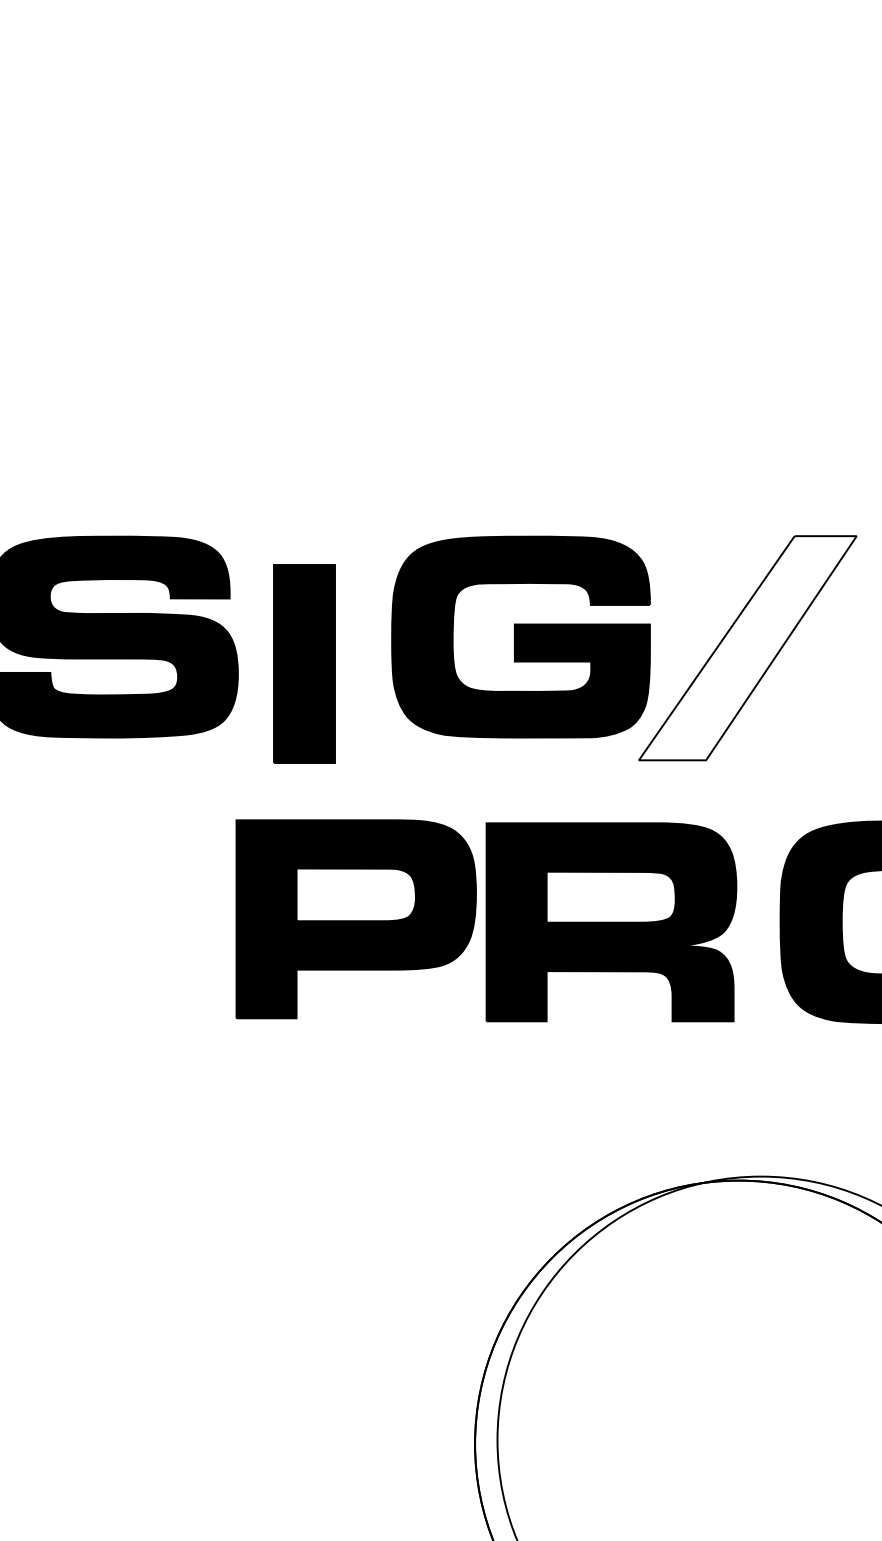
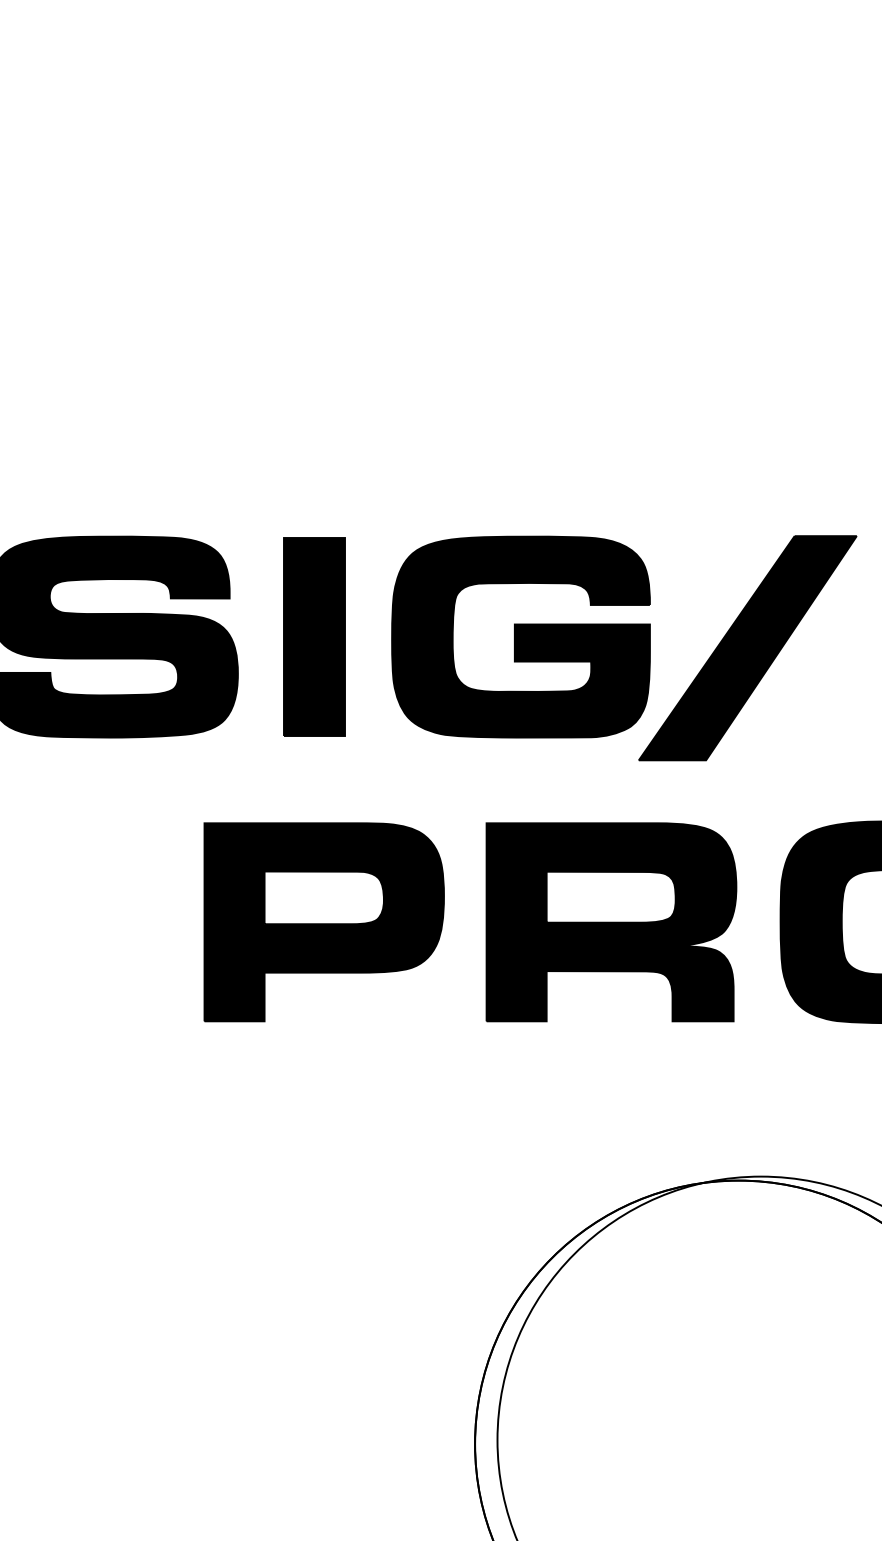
fill at (747, 648): none -> present
part at (304, 663) position: (304, 663) -> (314, 636)
part at (355, 919) position: (355, 919) -> (323, 922)
